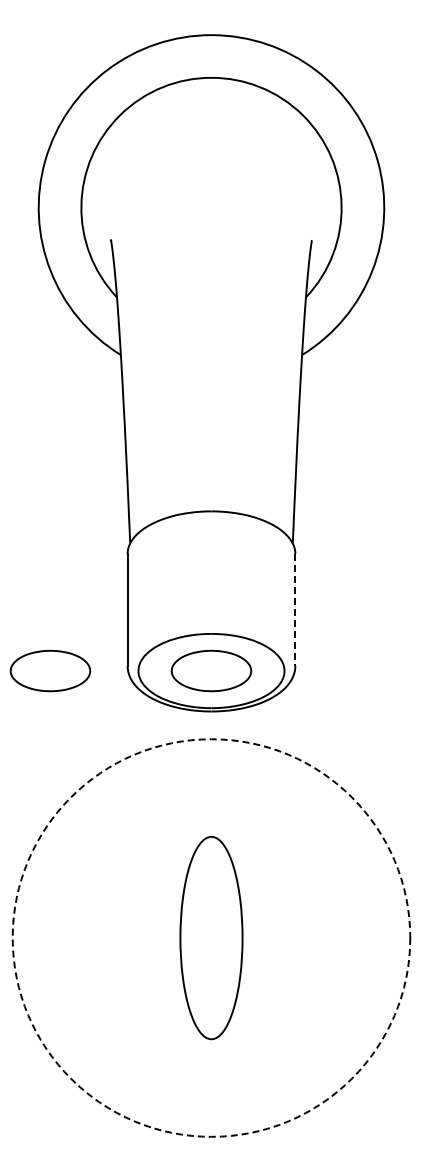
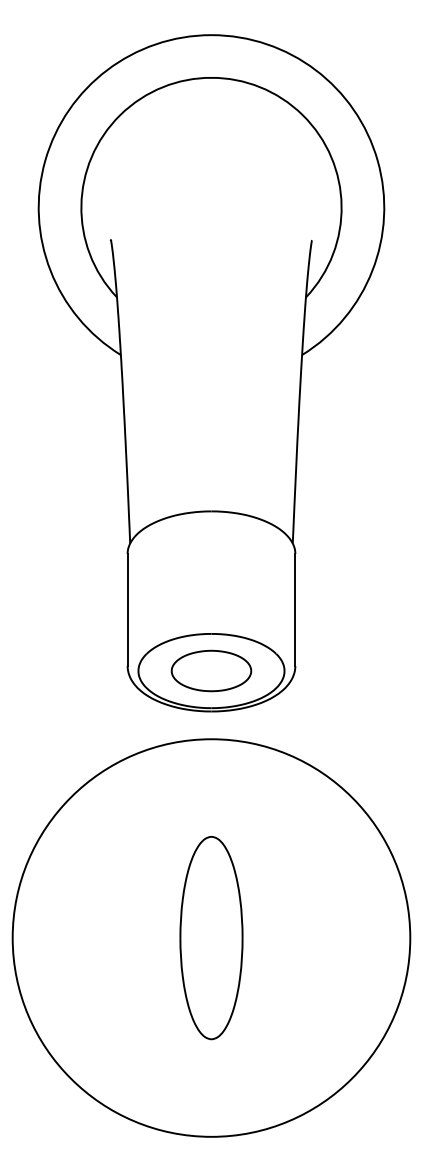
line at (295, 610): dashed -> solid
part at (50, 670): present -> none
circle at (211, 937): dashed -> solid
